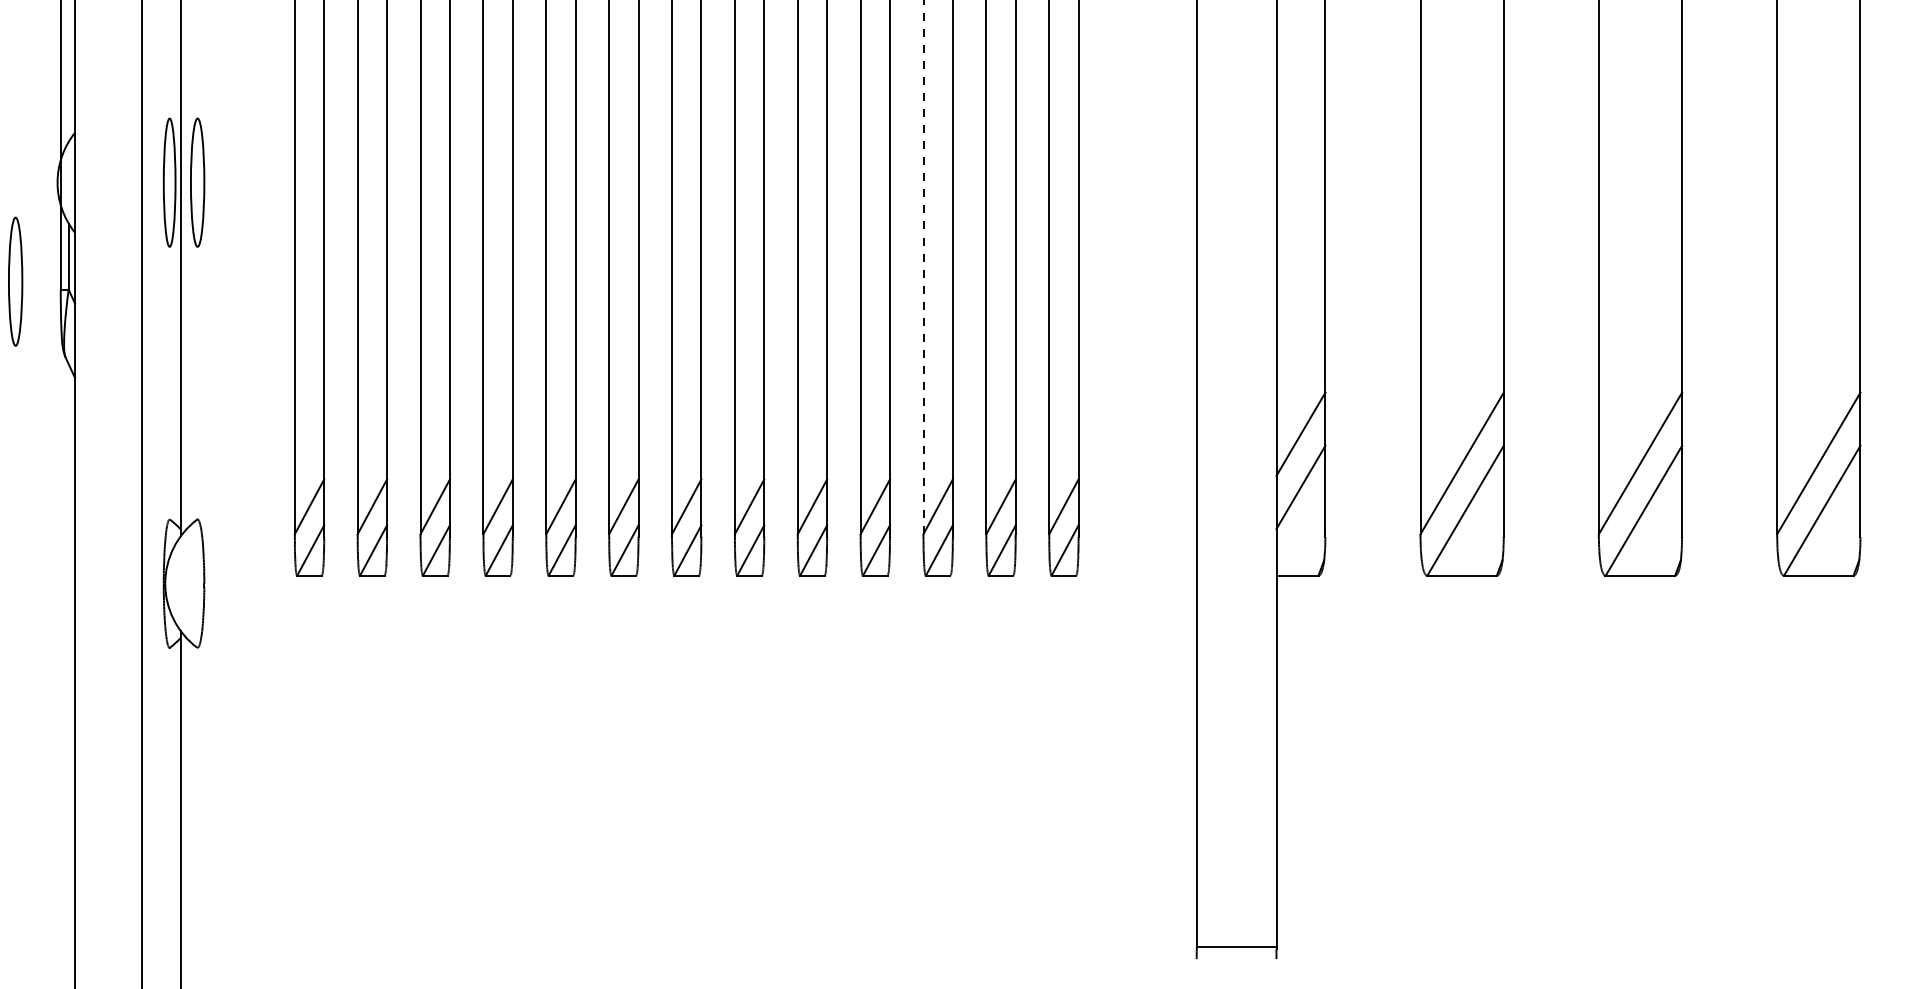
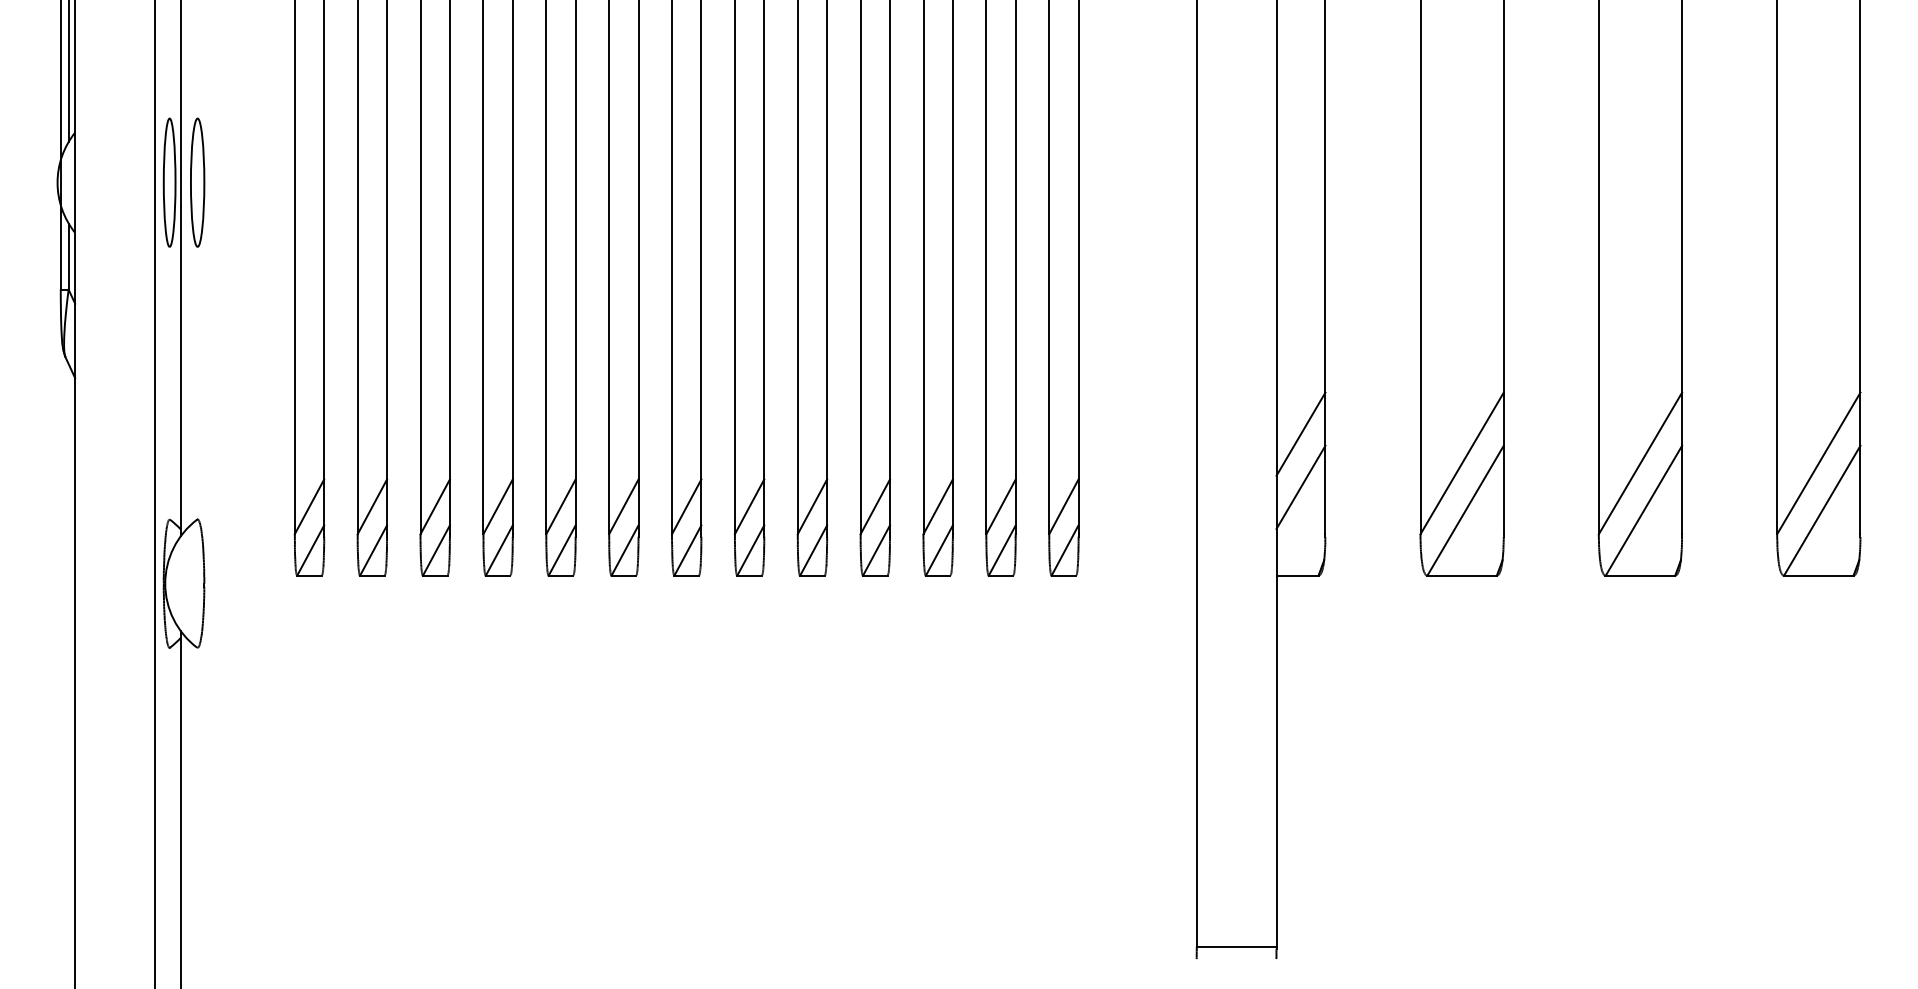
line at (68, 72): none -> present
line at (923, 267): dashed -> solid
part at (15, 281): present -> none
line at (141, 493) position: (141, 493) -> (154, 493)
